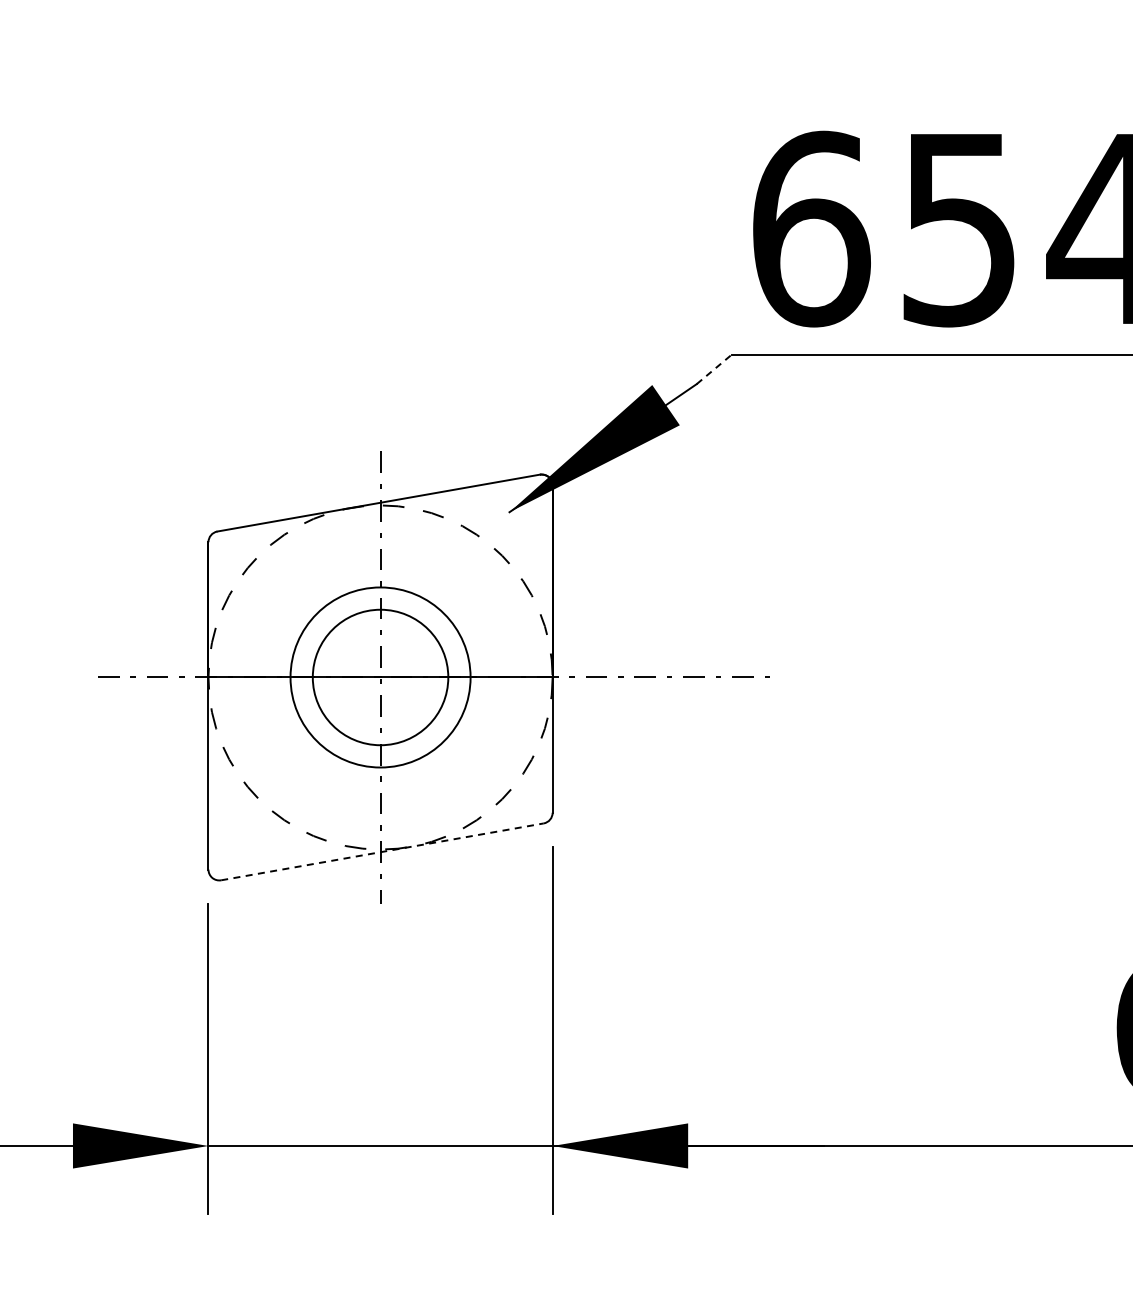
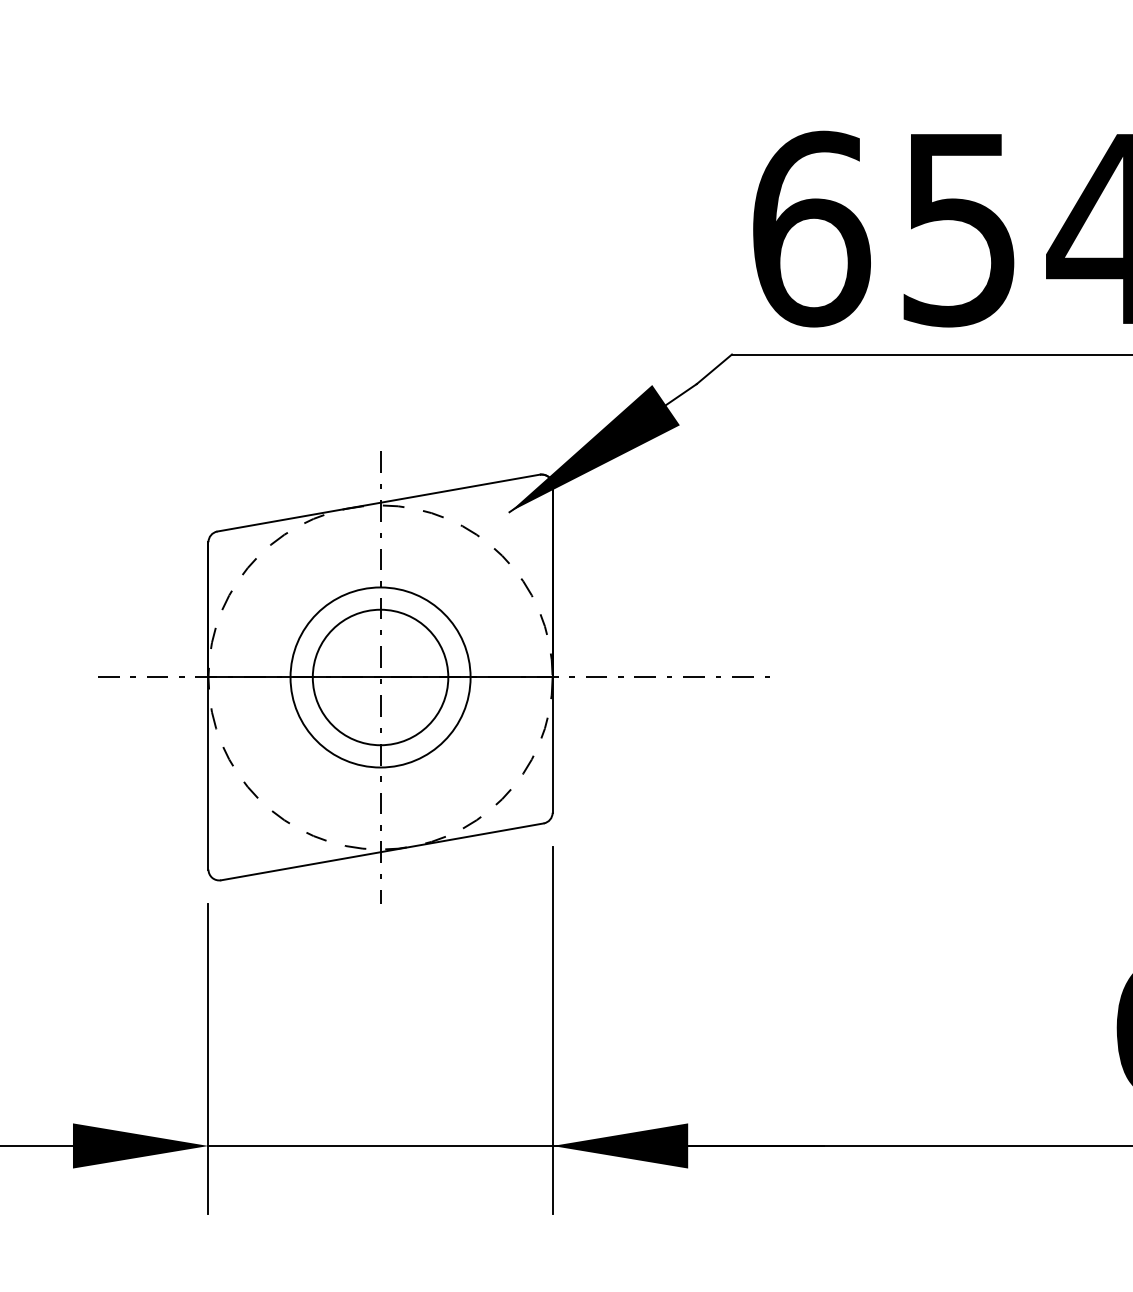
line at (714, 369): dashed -> solid
line at (382, 851): dashed -> solid
